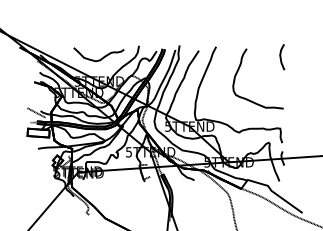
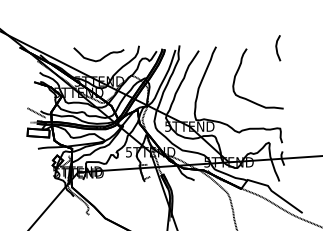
line at (281, 57) position: (281, 57) -> (277, 48)
